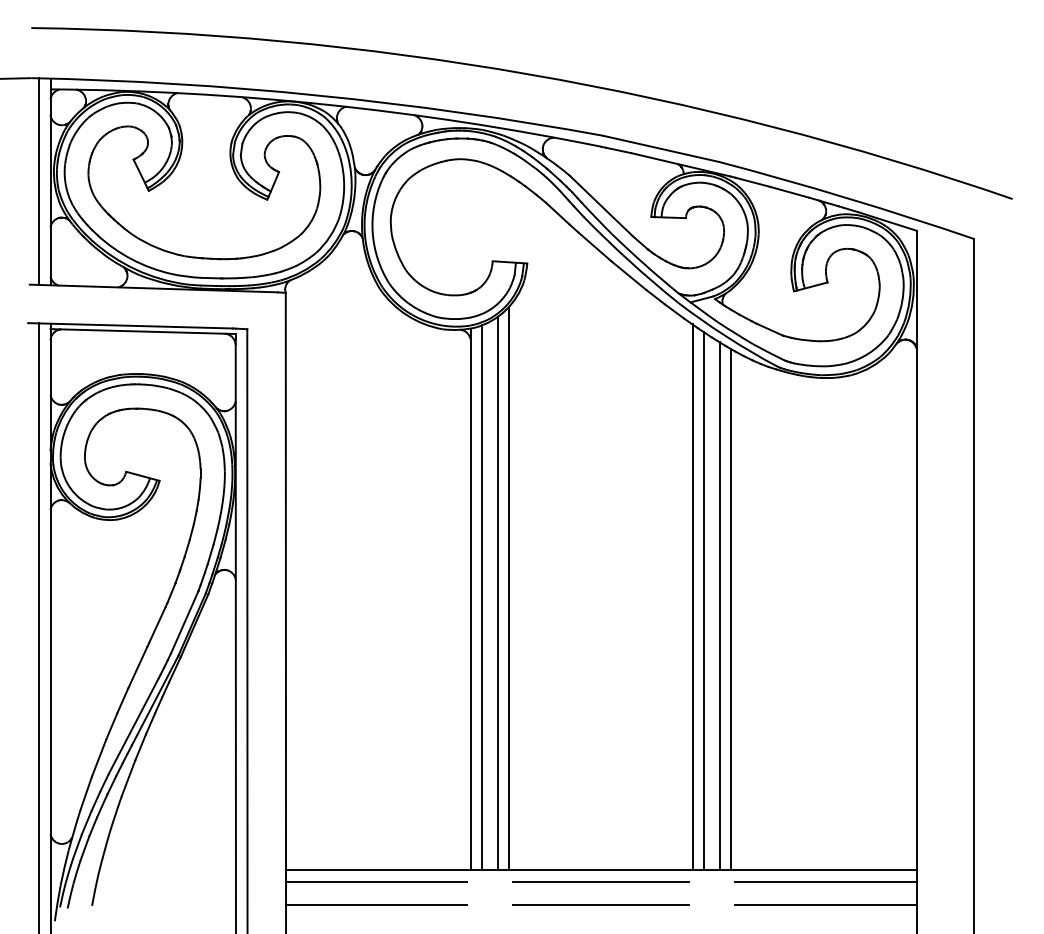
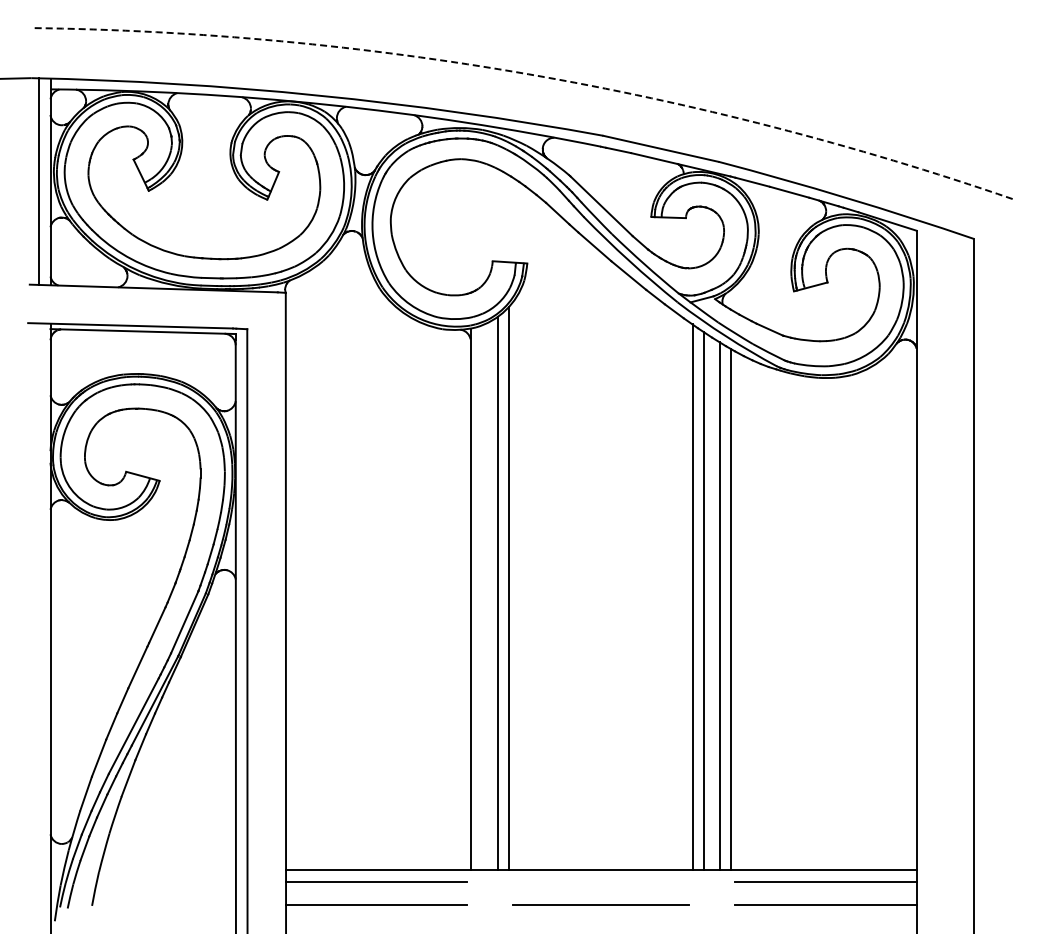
arc at (528, 74): solid -> dashed
line at (482, 597): present -> none
line at (38, 626): present -> none
line at (600, 881): present -> none
